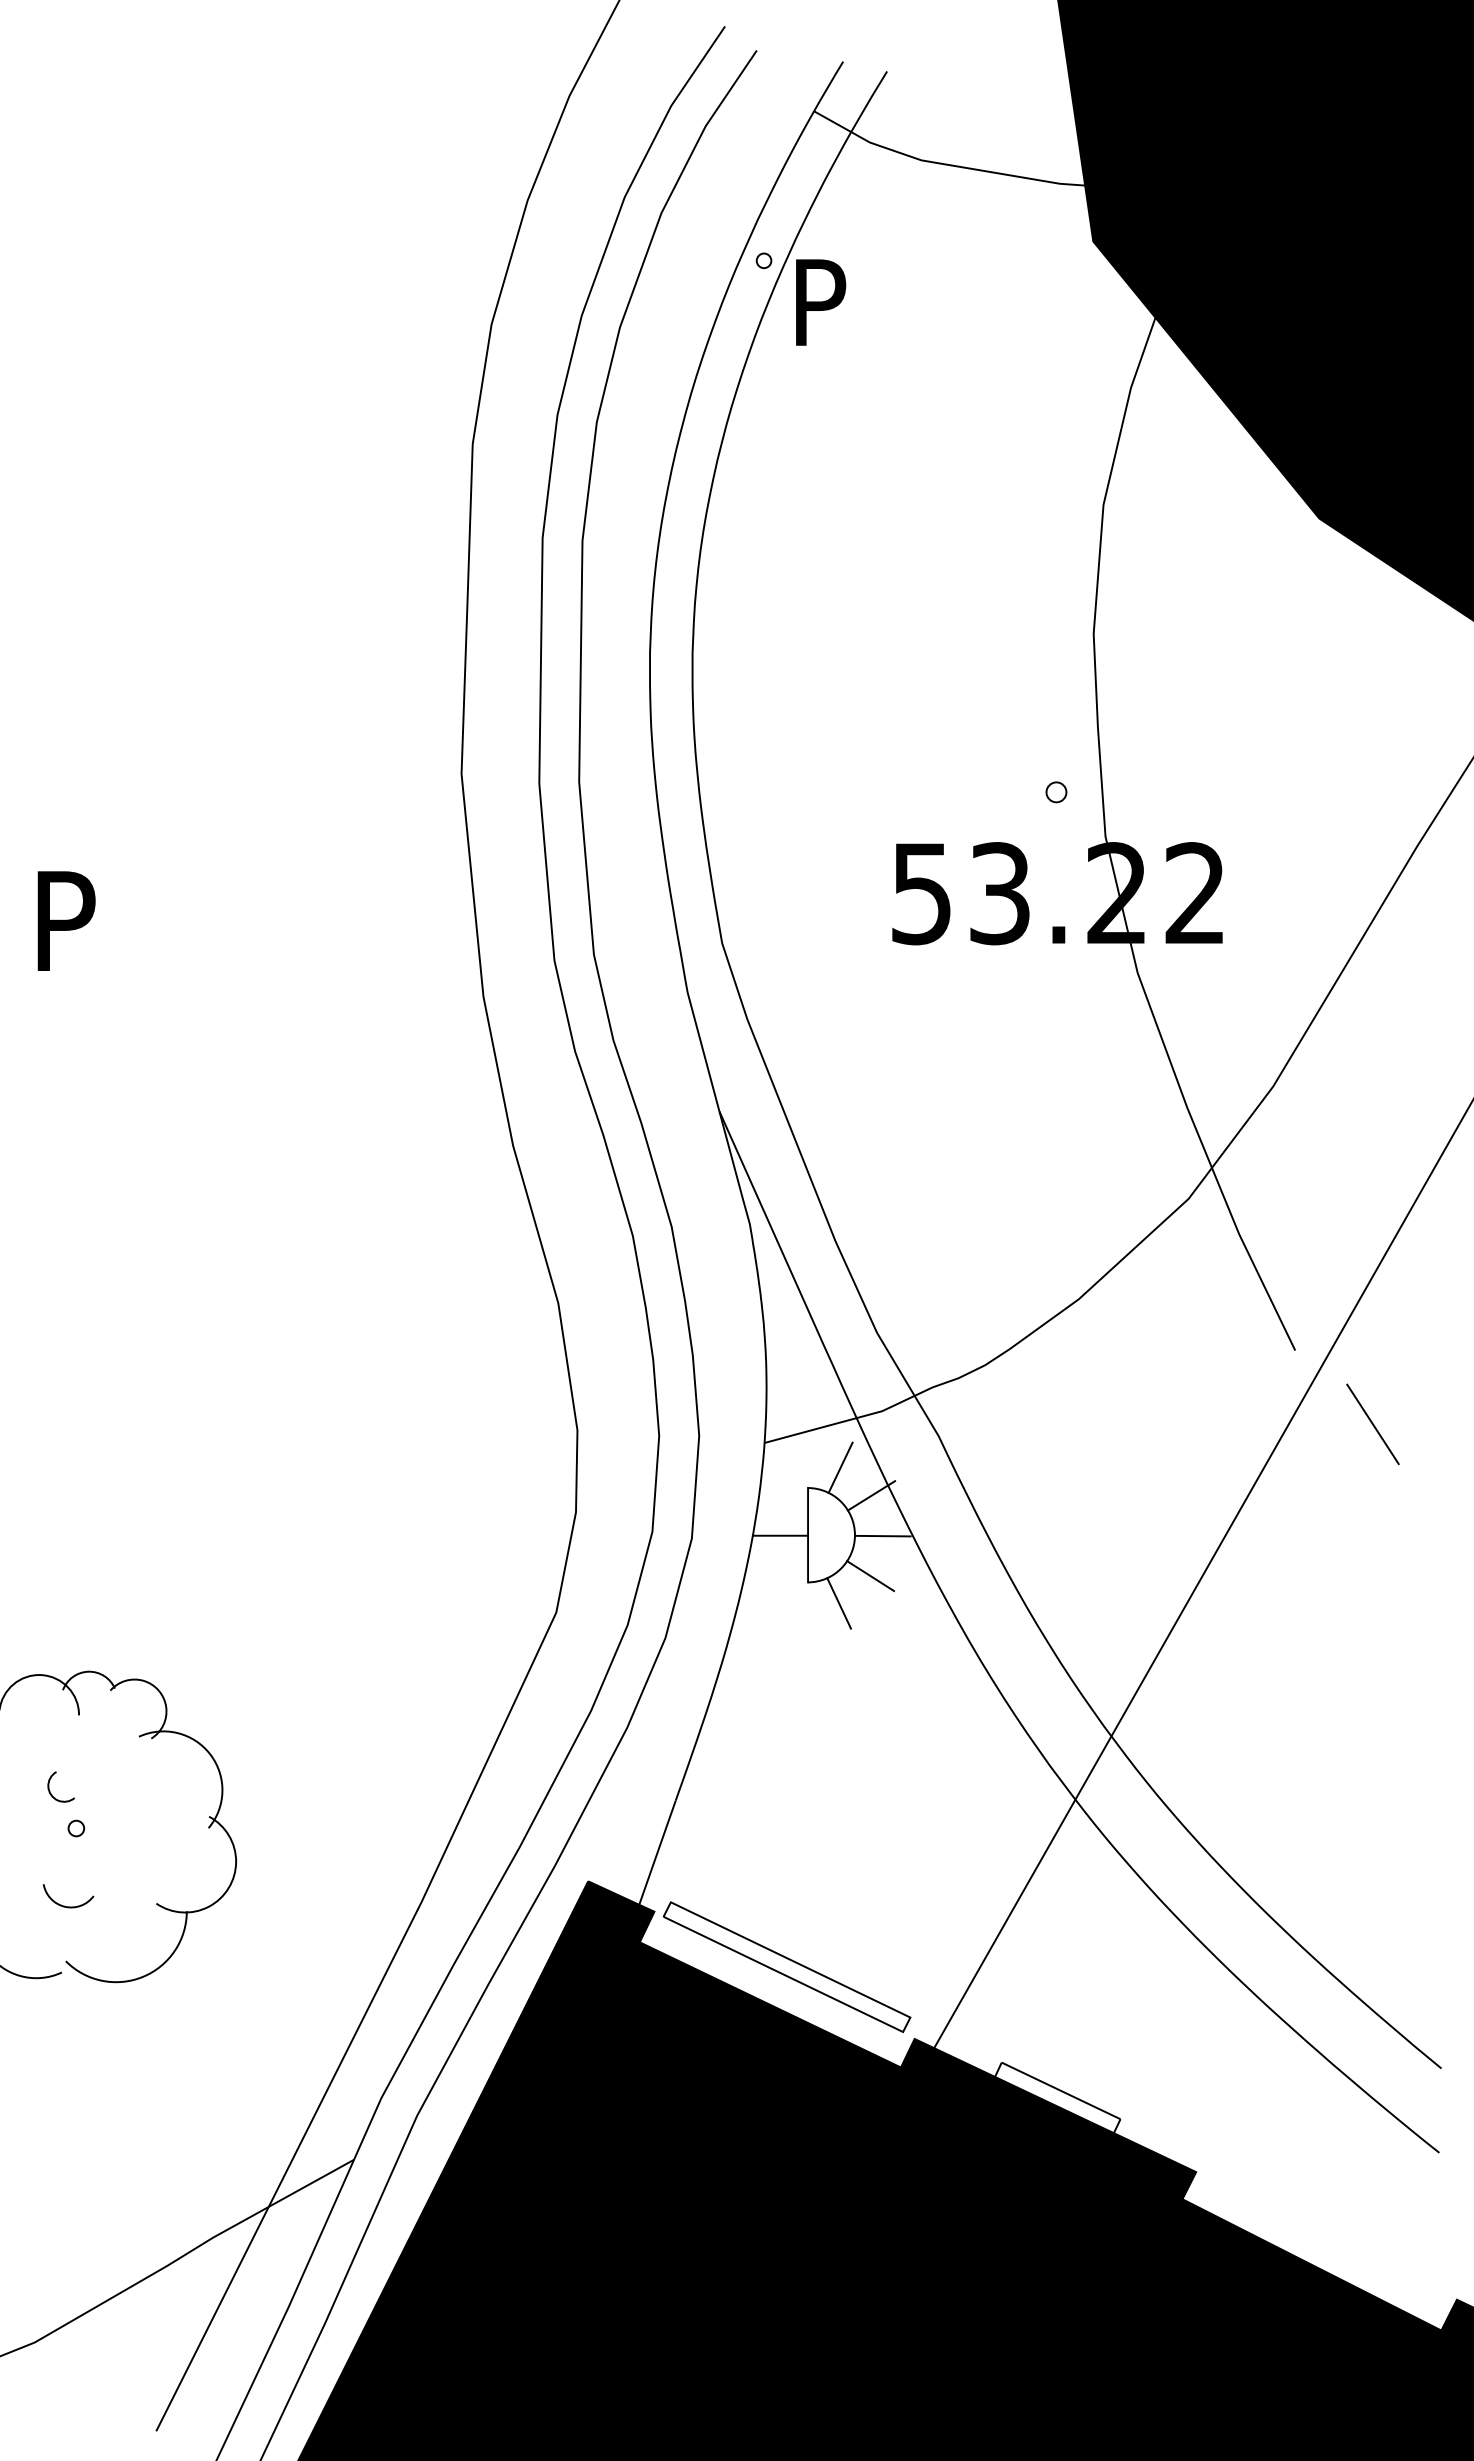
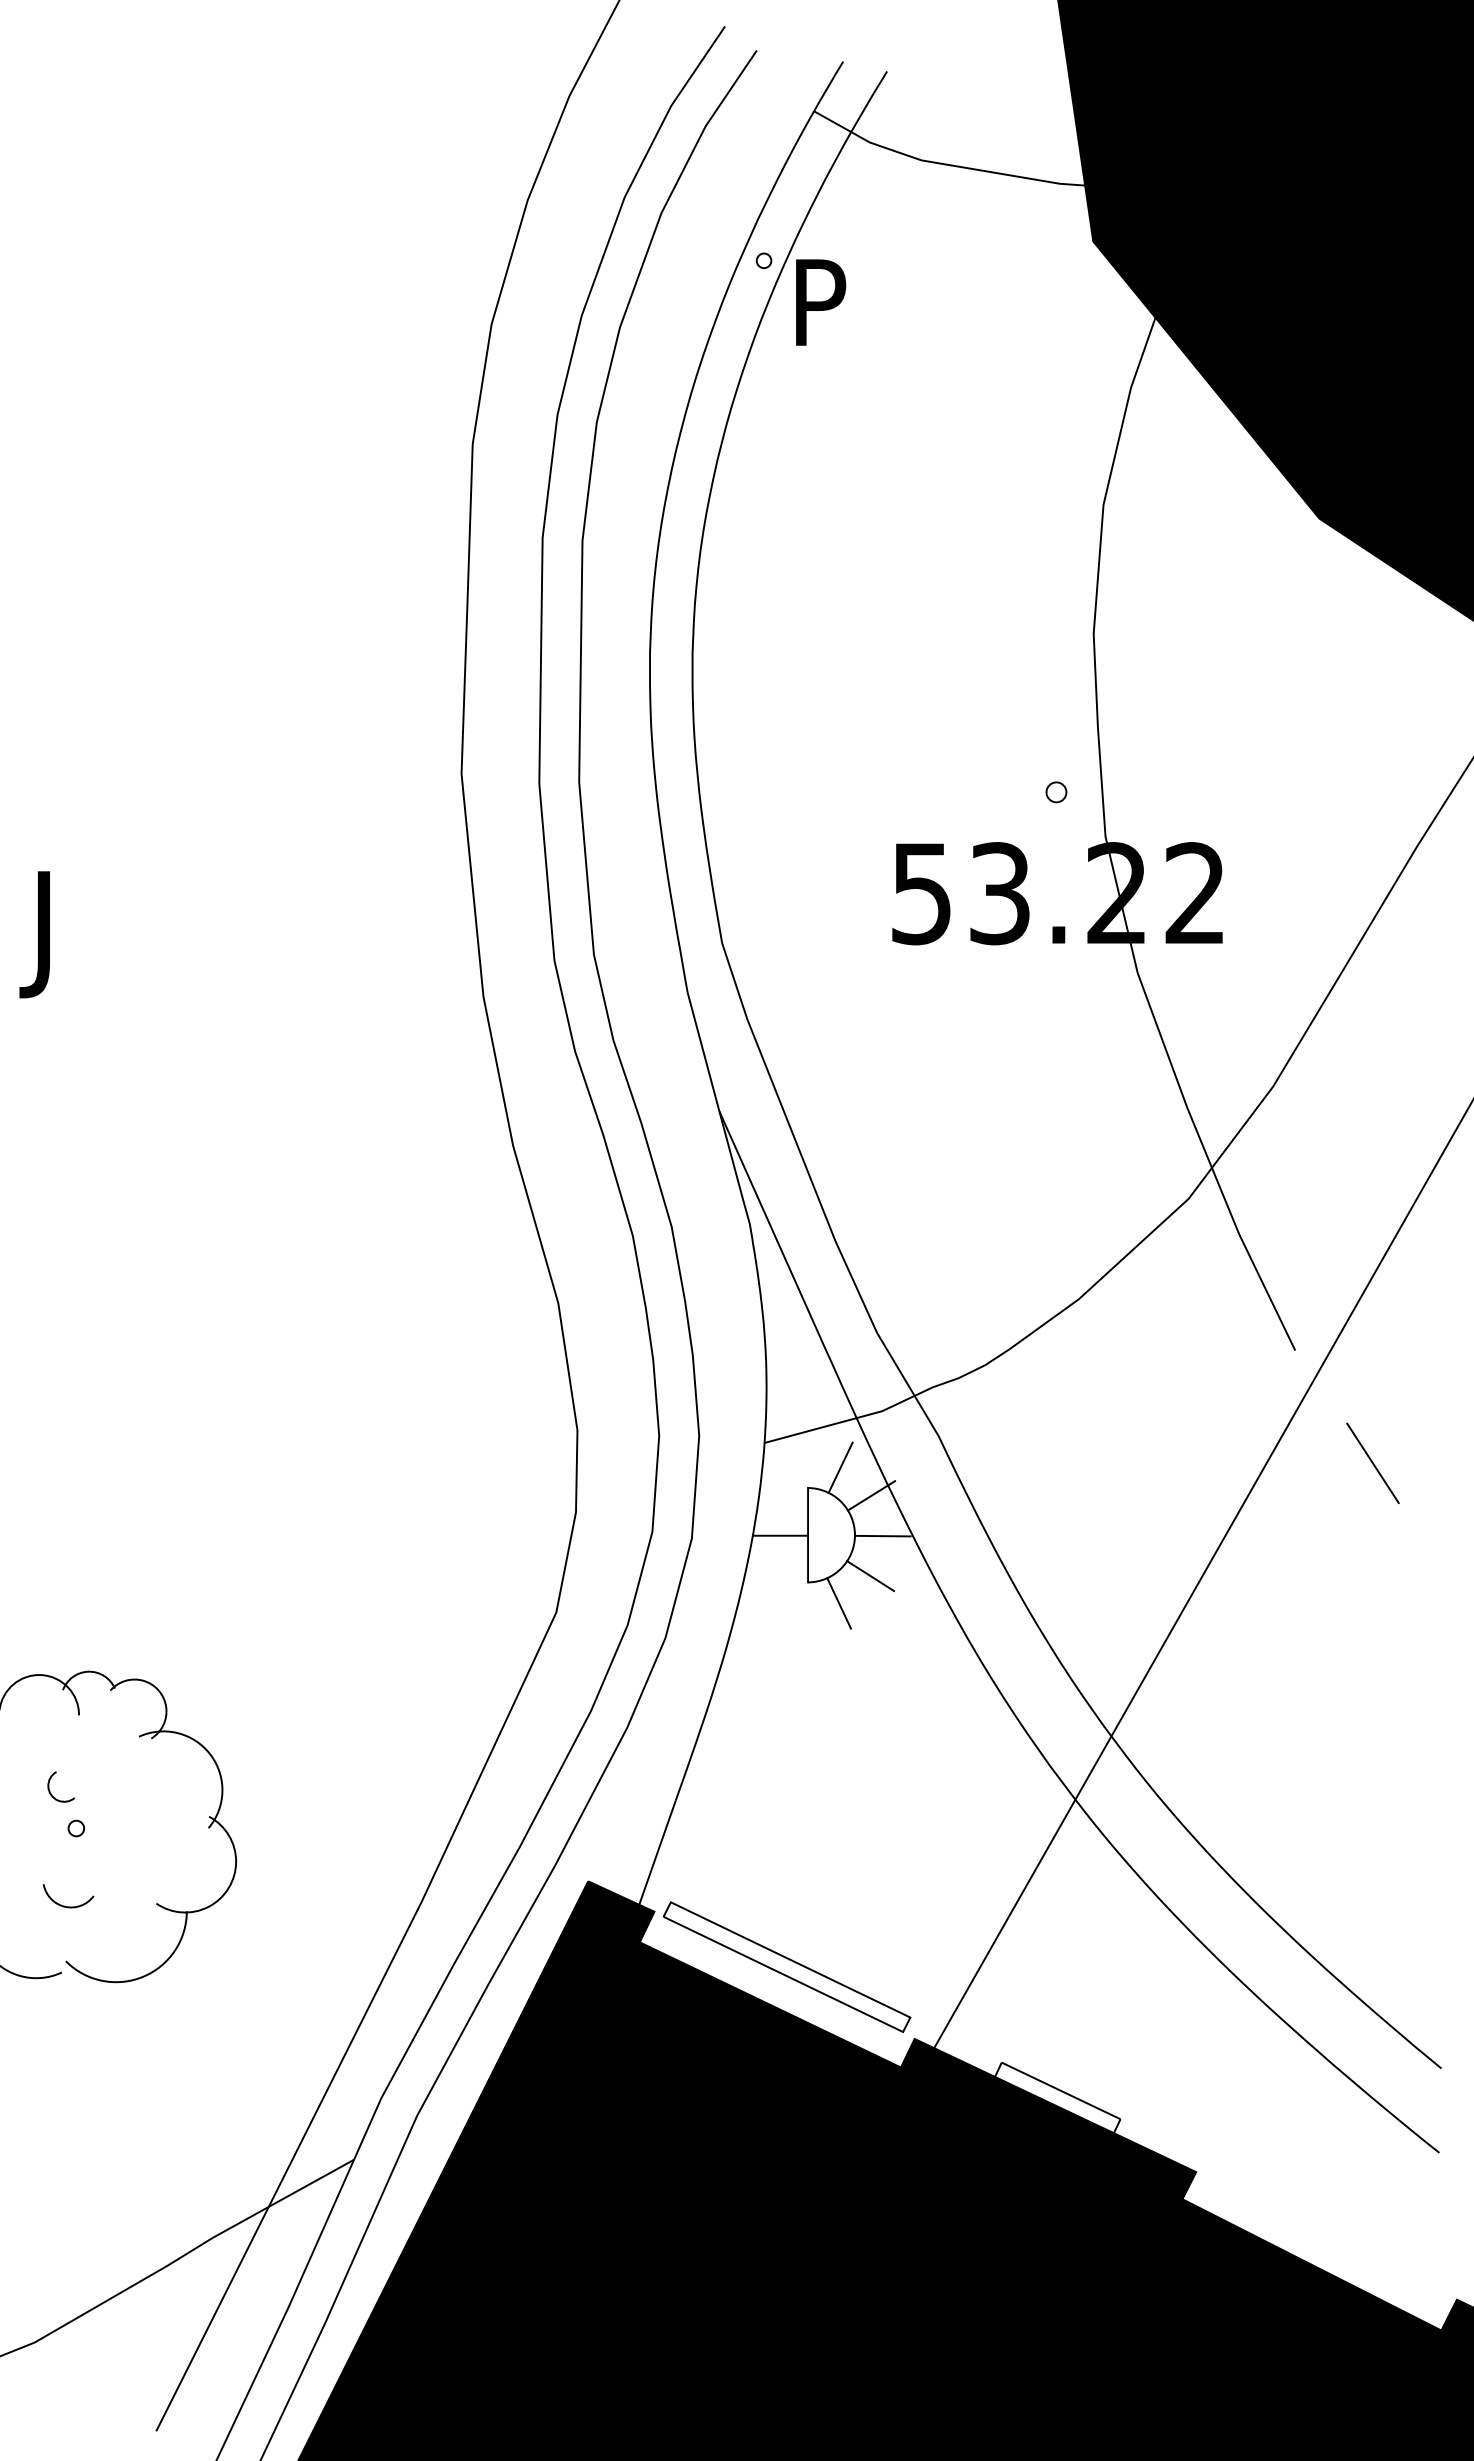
text at (57, 934): P -> J
line at (1372, 1424) position: (1372, 1424) -> (1372, 1463)
